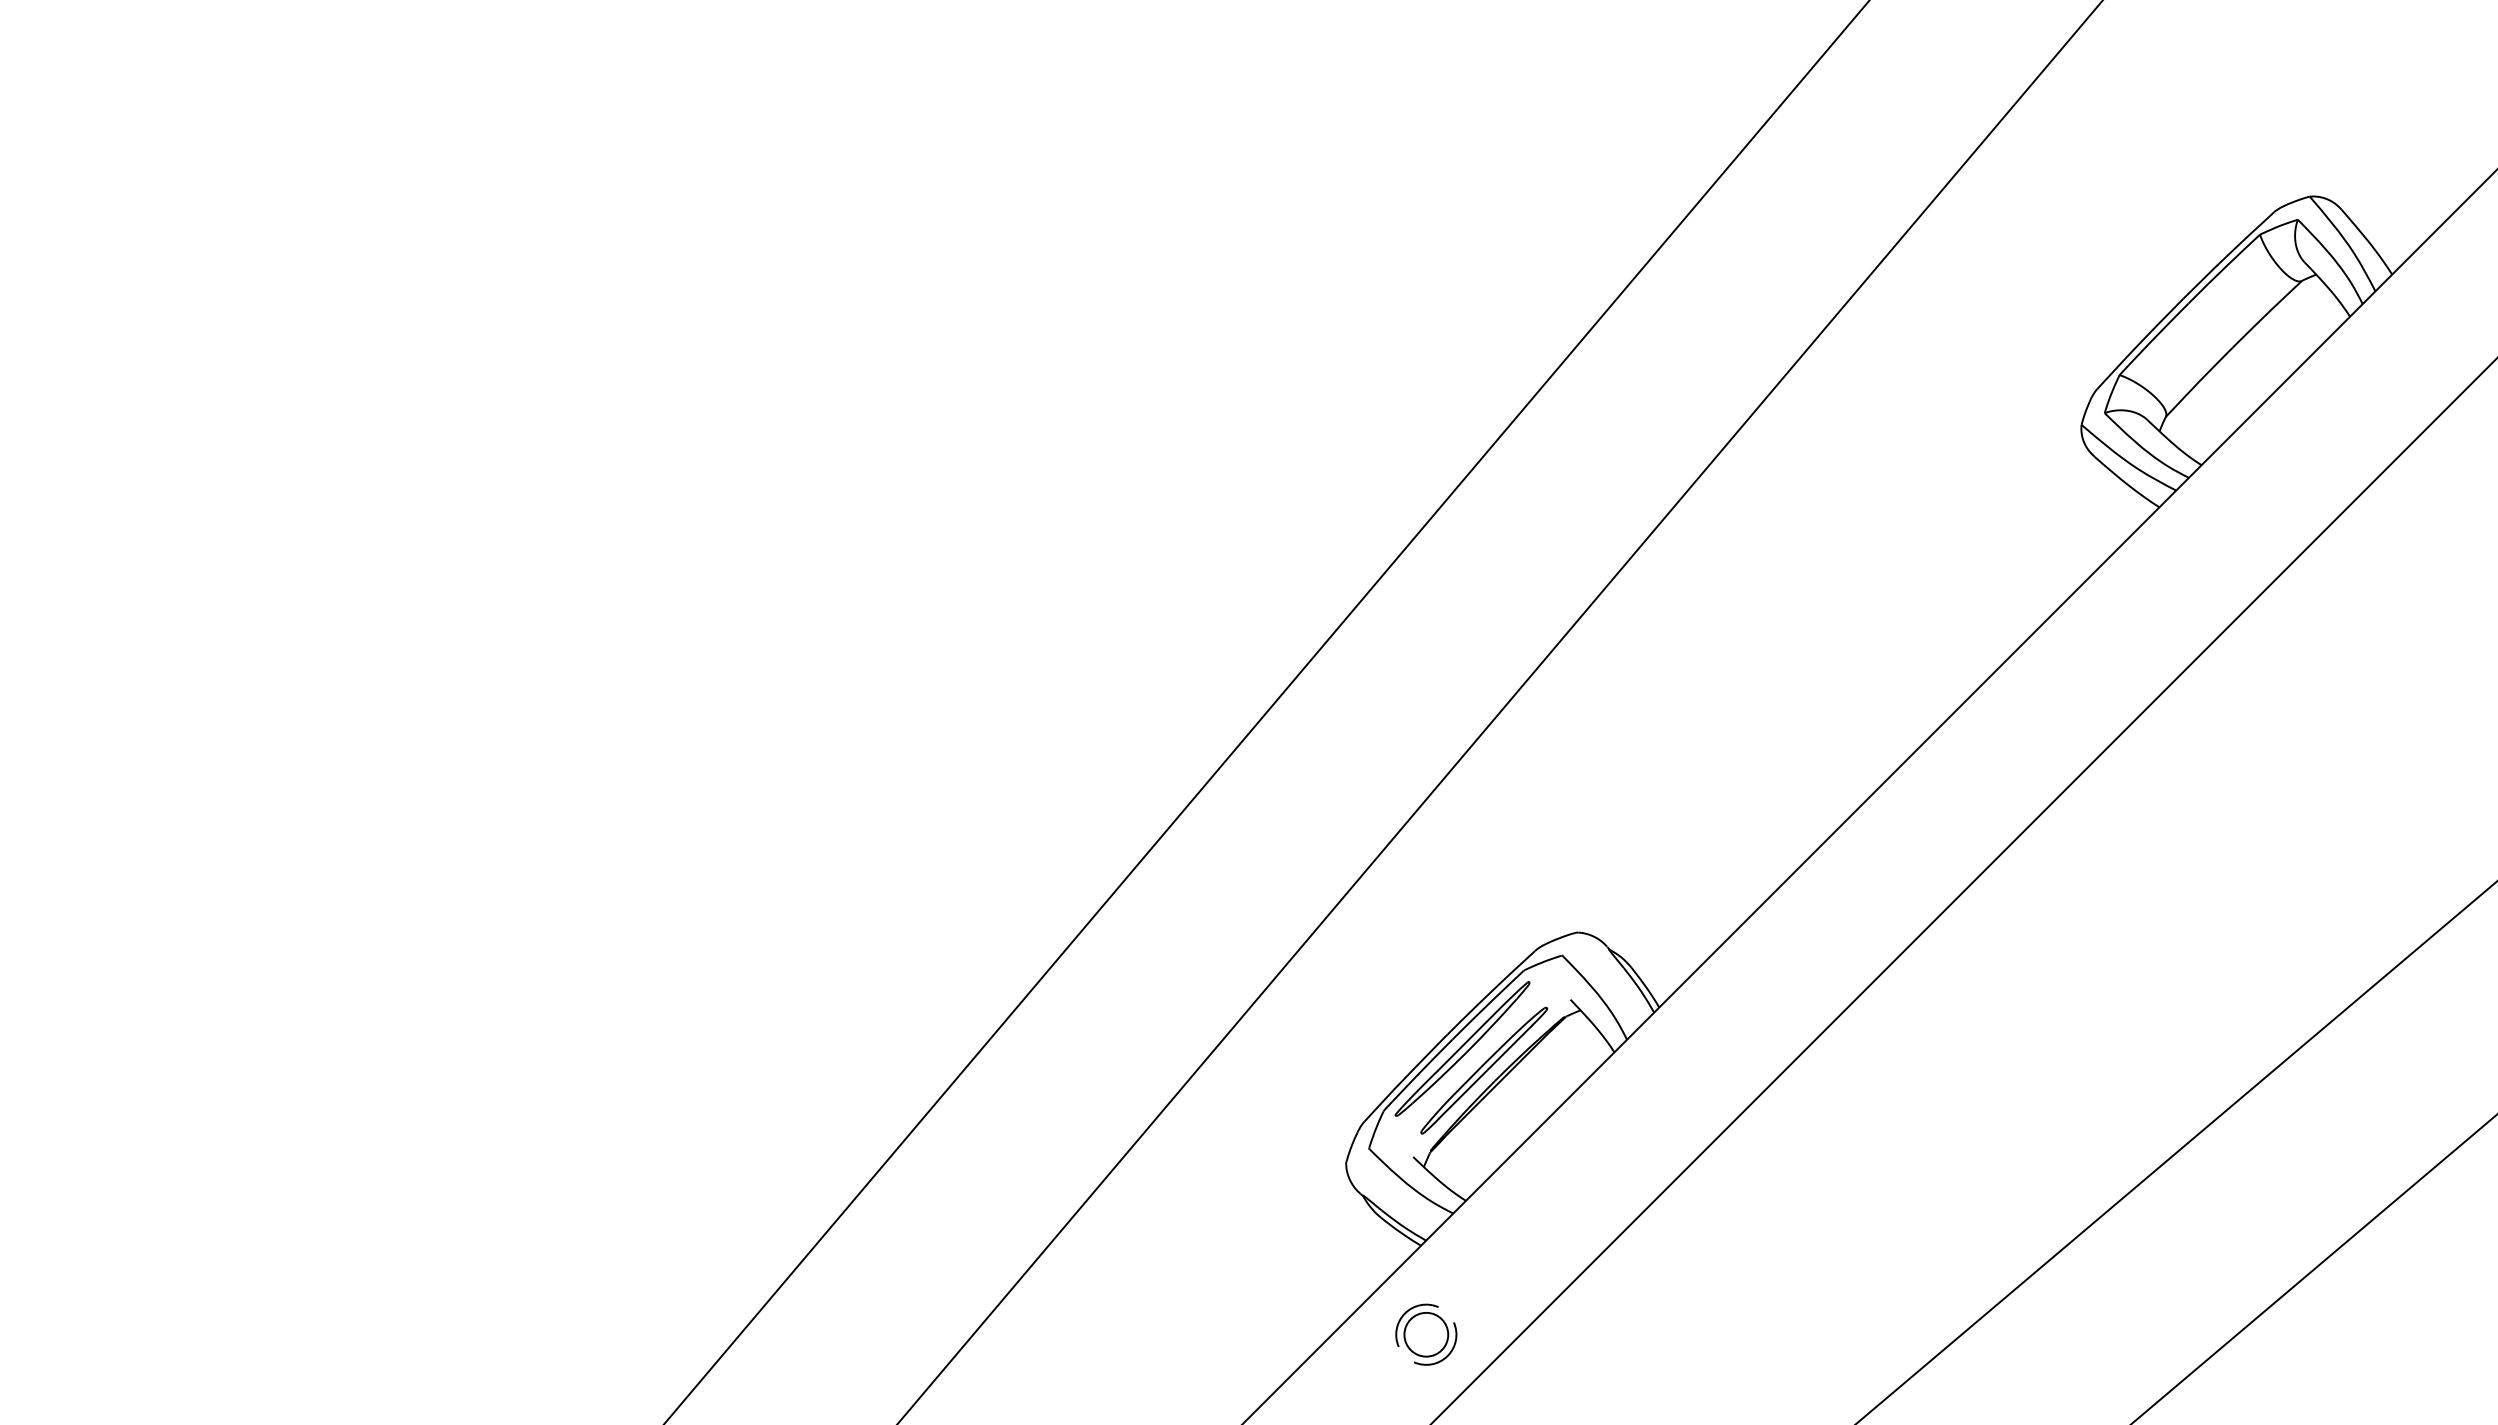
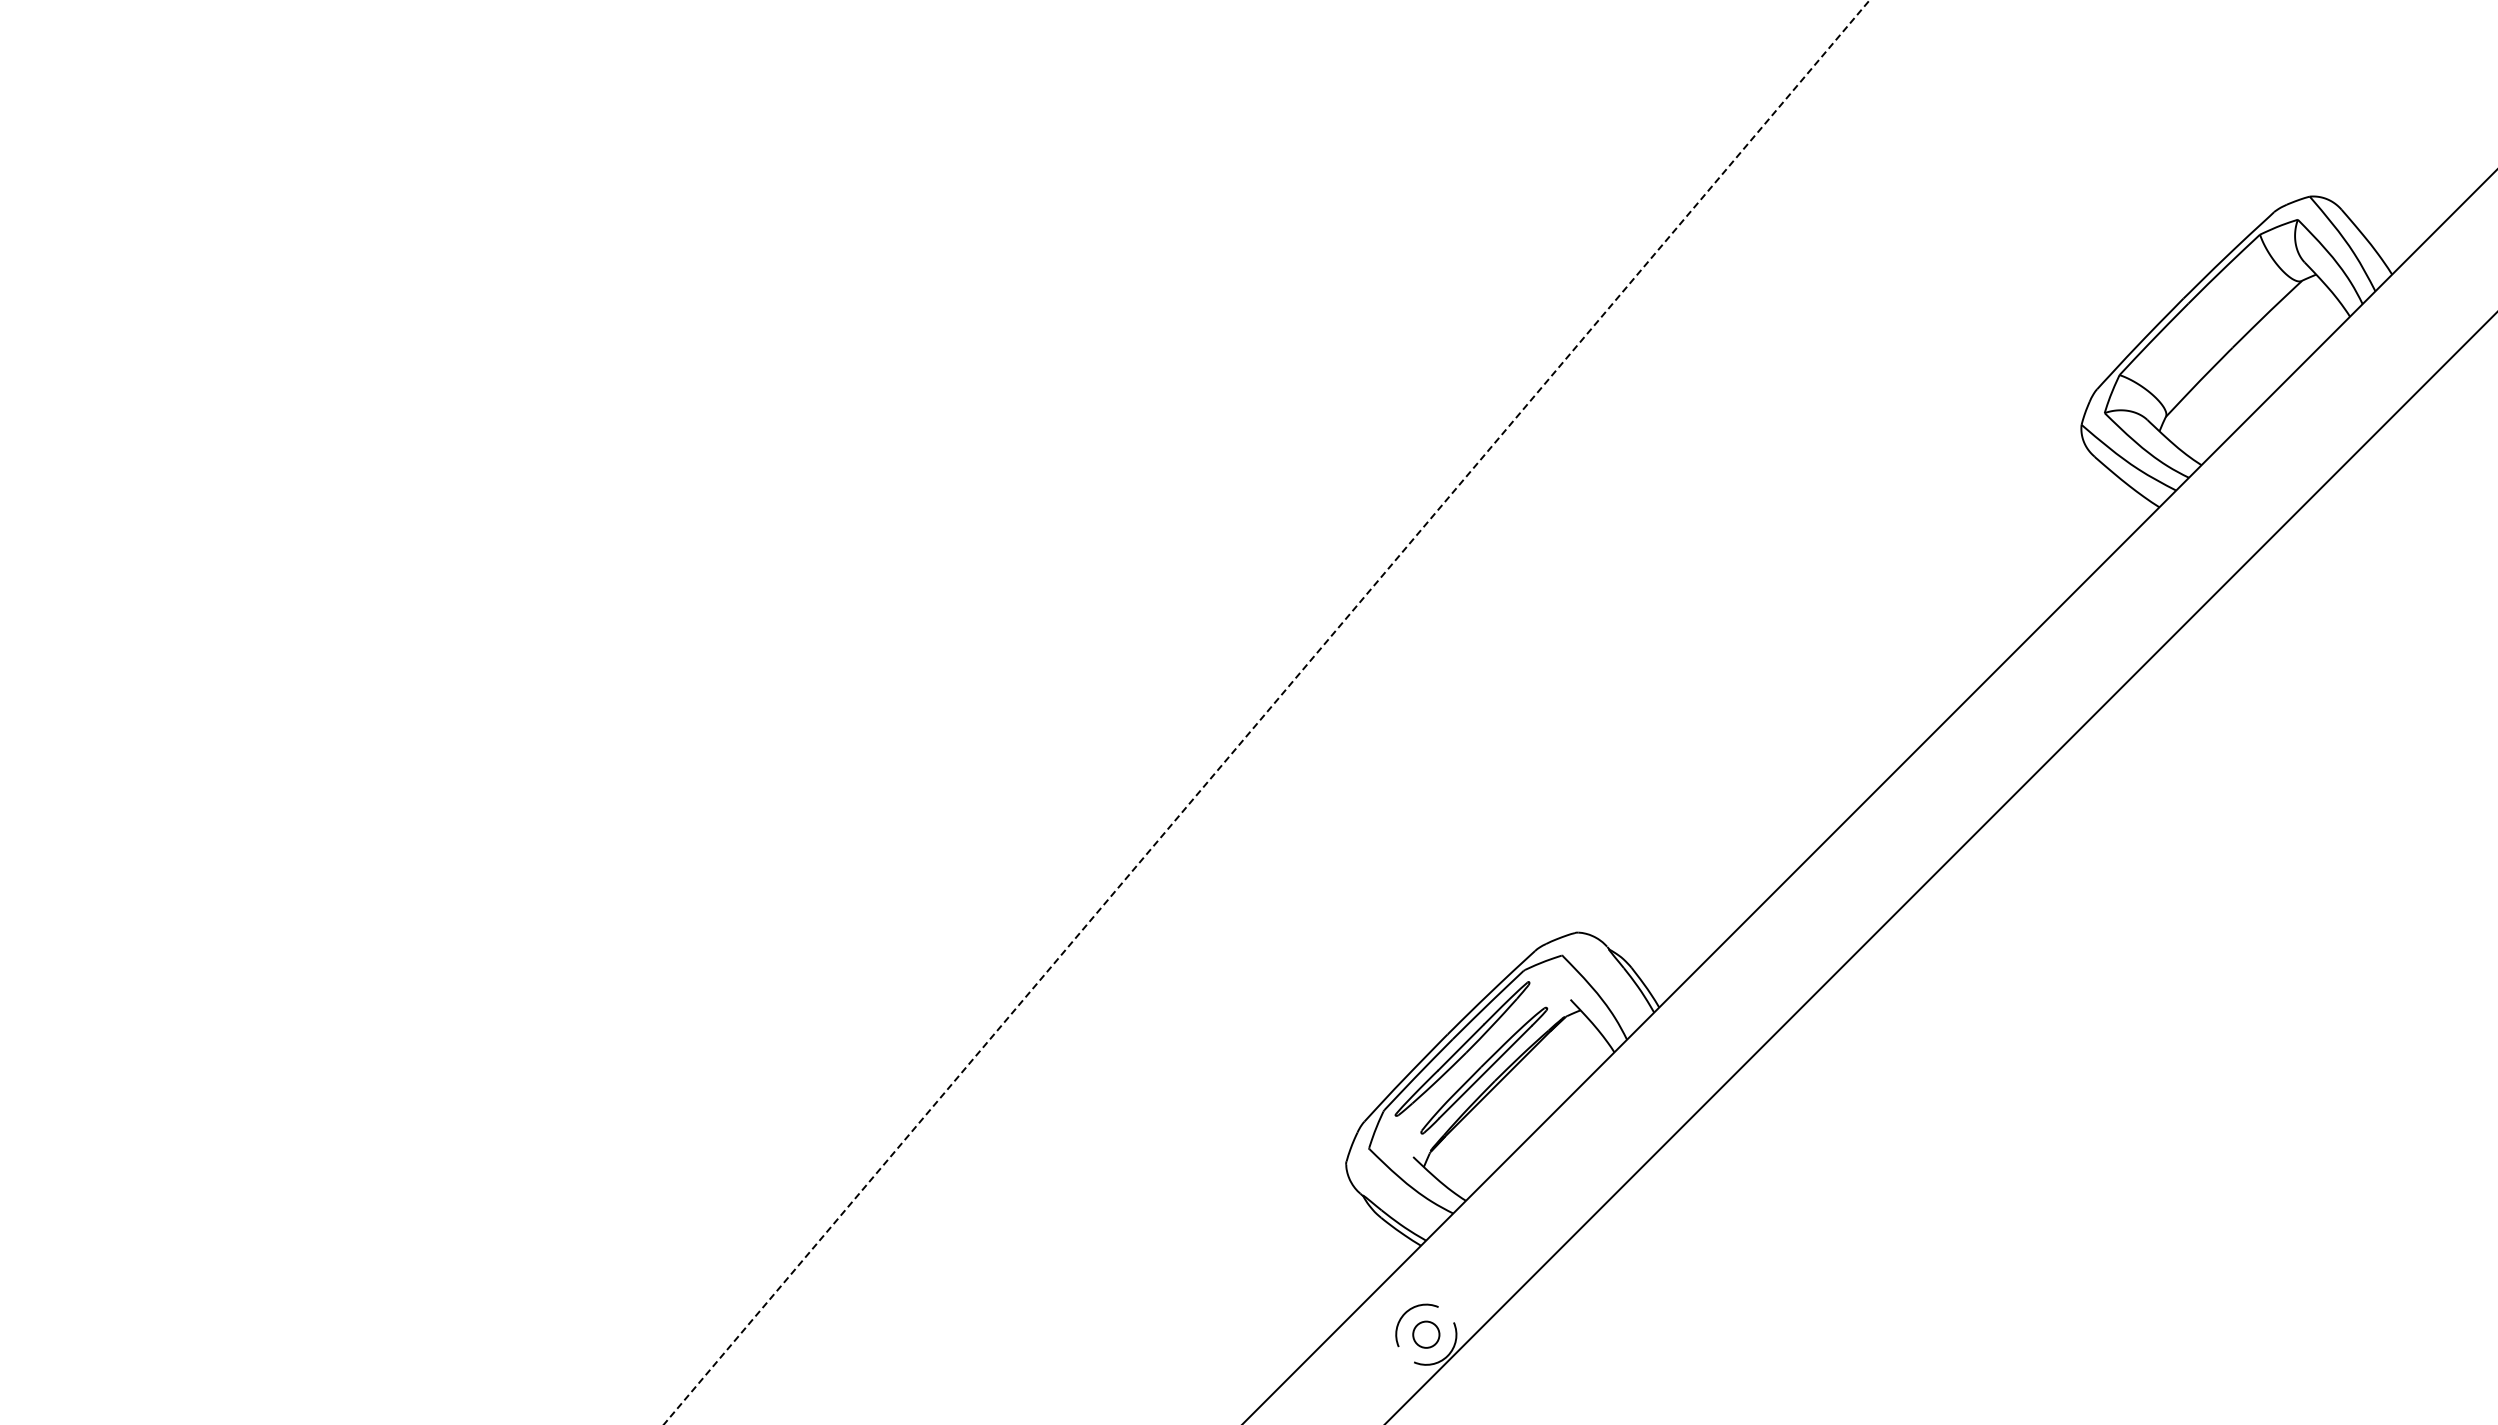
line at (1500, 711): present -> none
line at (1266, 712): solid -> dashed
line at (1963, 890) position: (1963, 890) -> (1940, 867)
line at (2176, 1152): present -> none
line at (2314, 1268): present -> none
circle at (1426, 1334) diameter: 44 px -> 26 px
